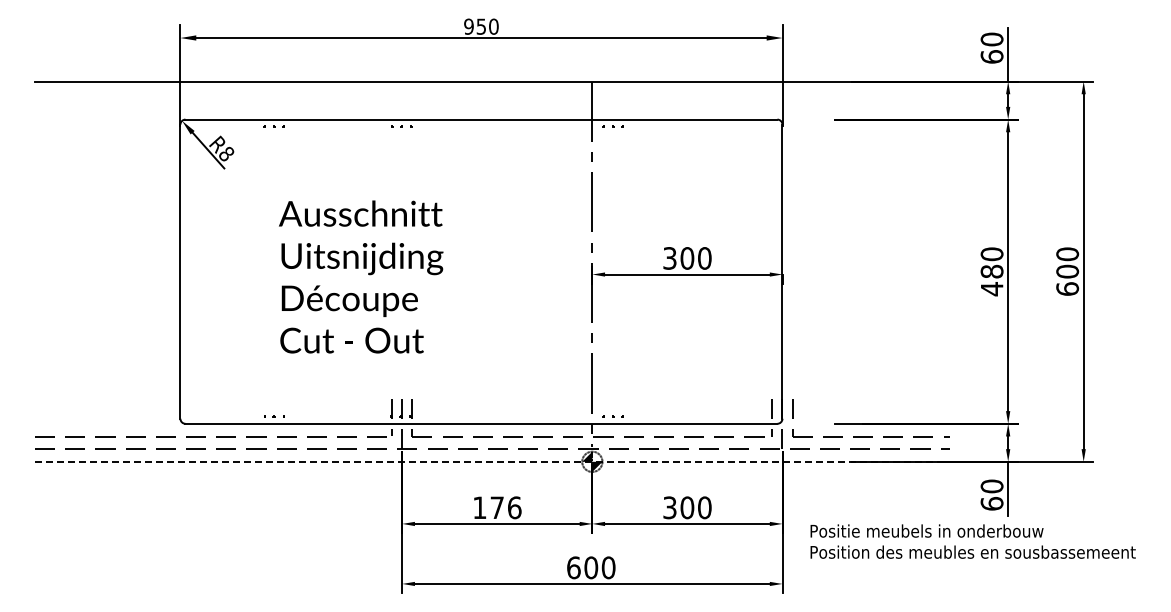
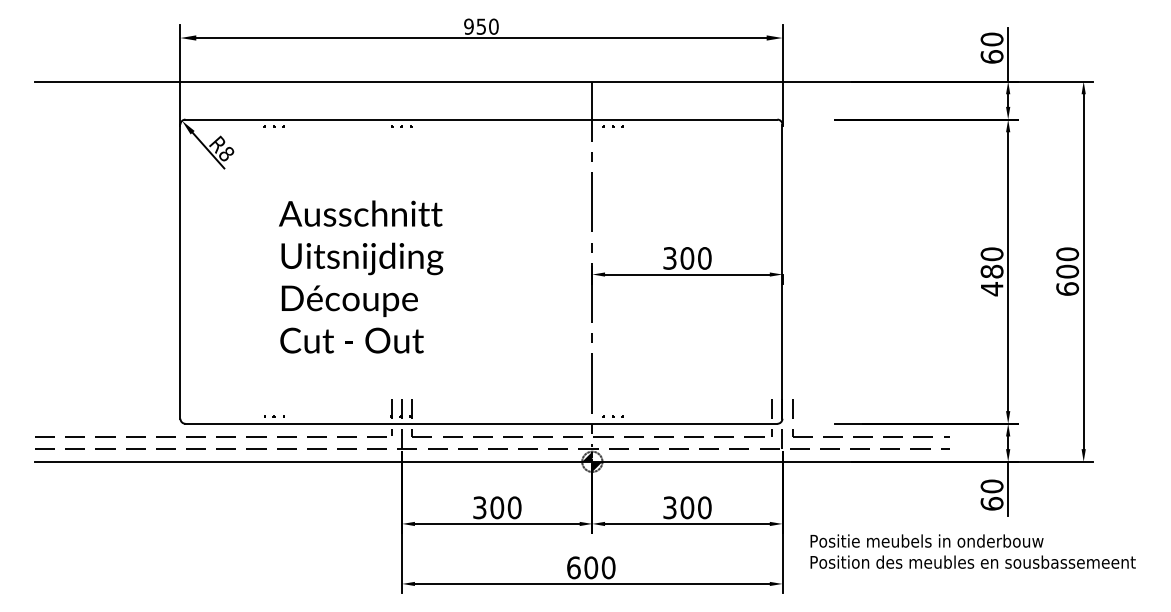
line at (492, 461): dashed -> solid
text at (497, 507): 176 -> 300
text at (972, 541) position: (972, 541) -> (972, 551)
